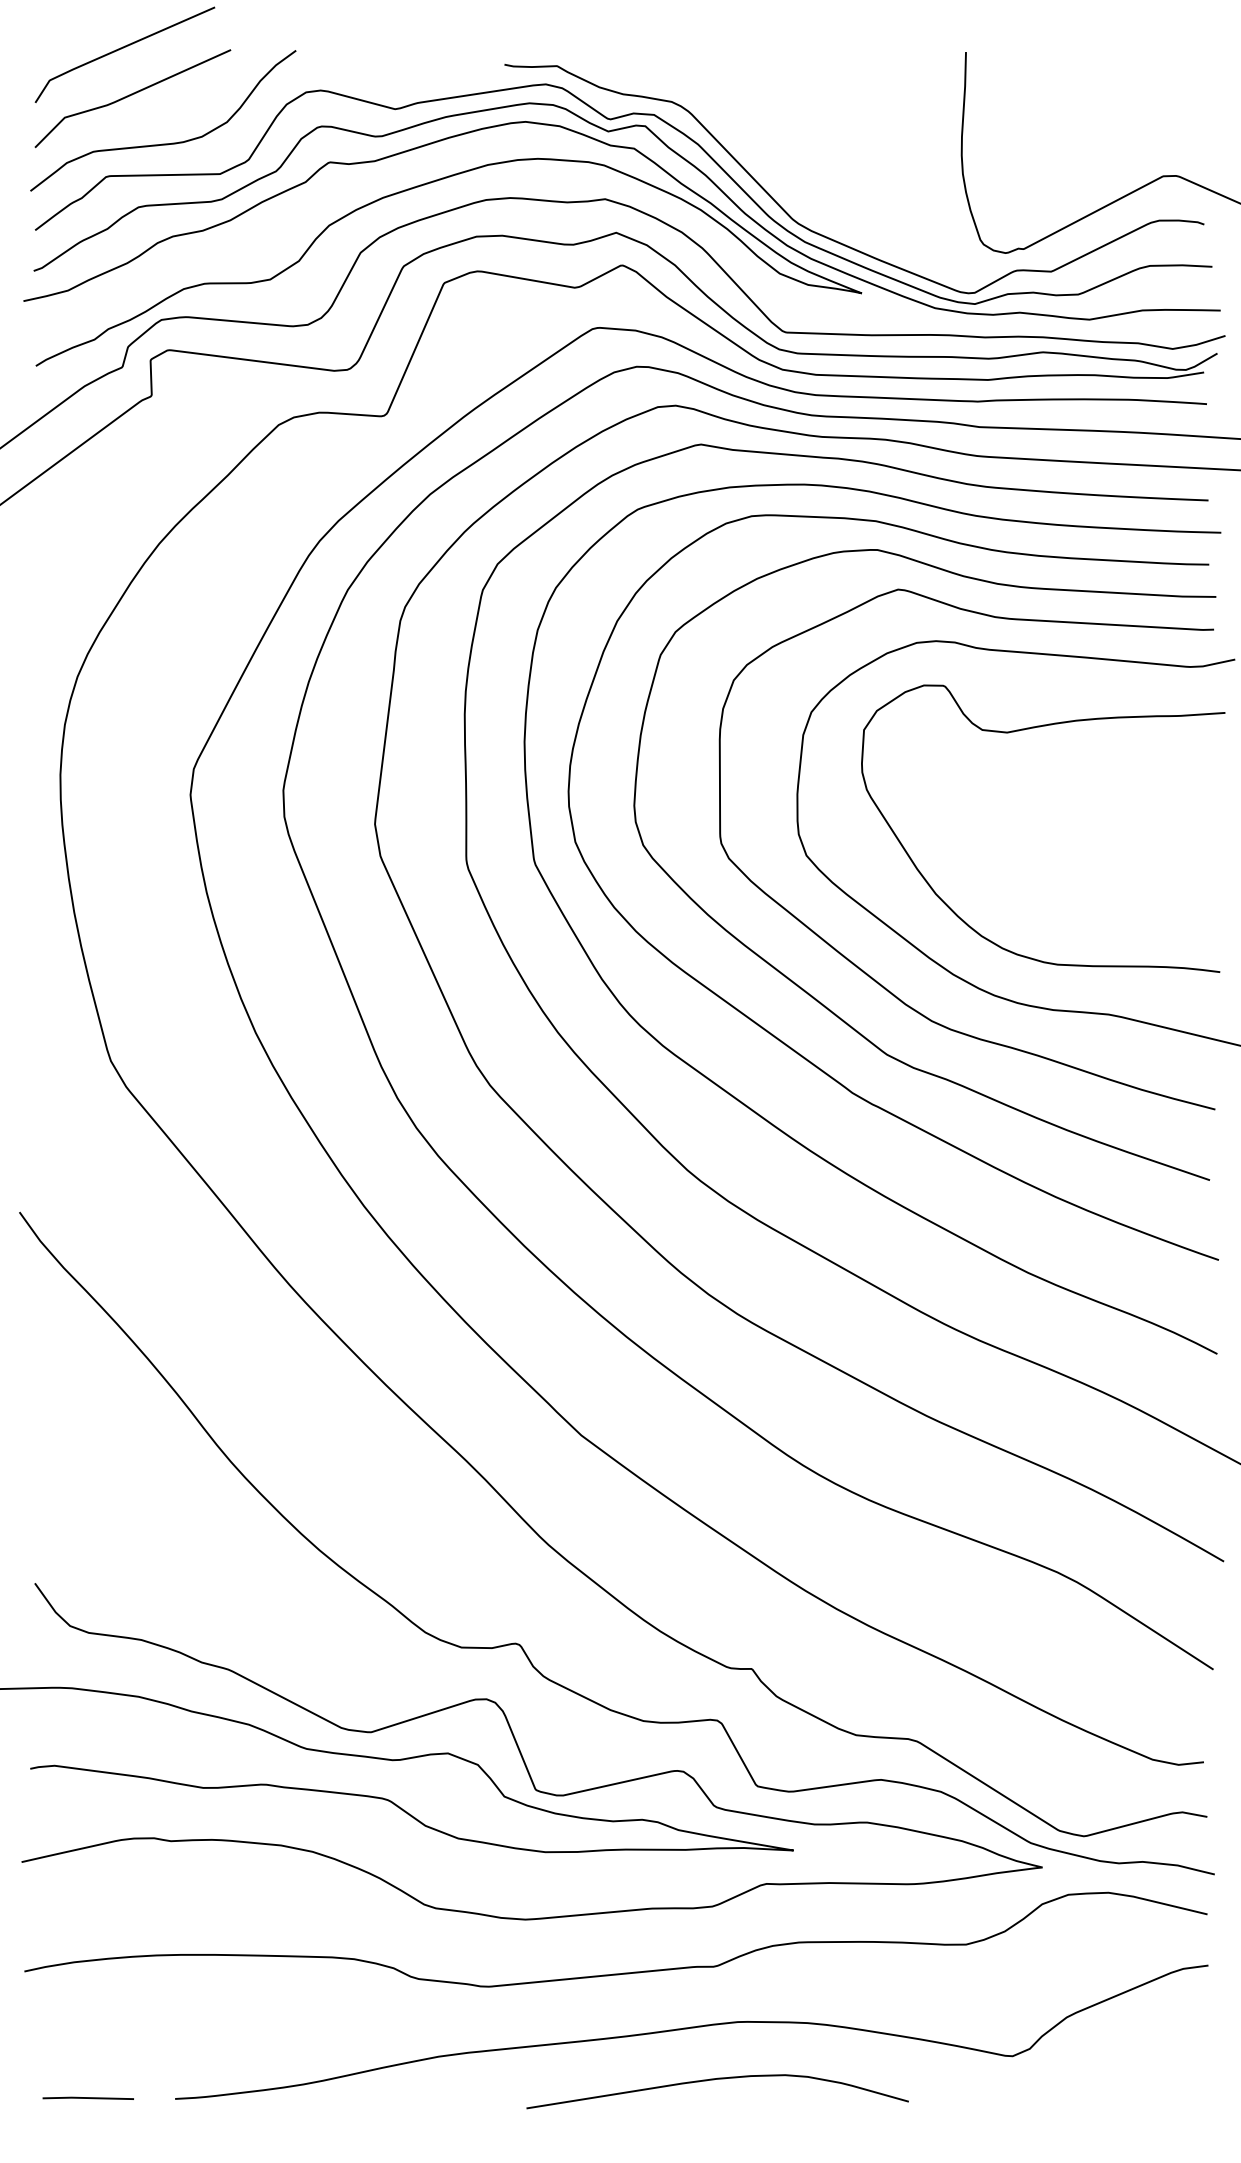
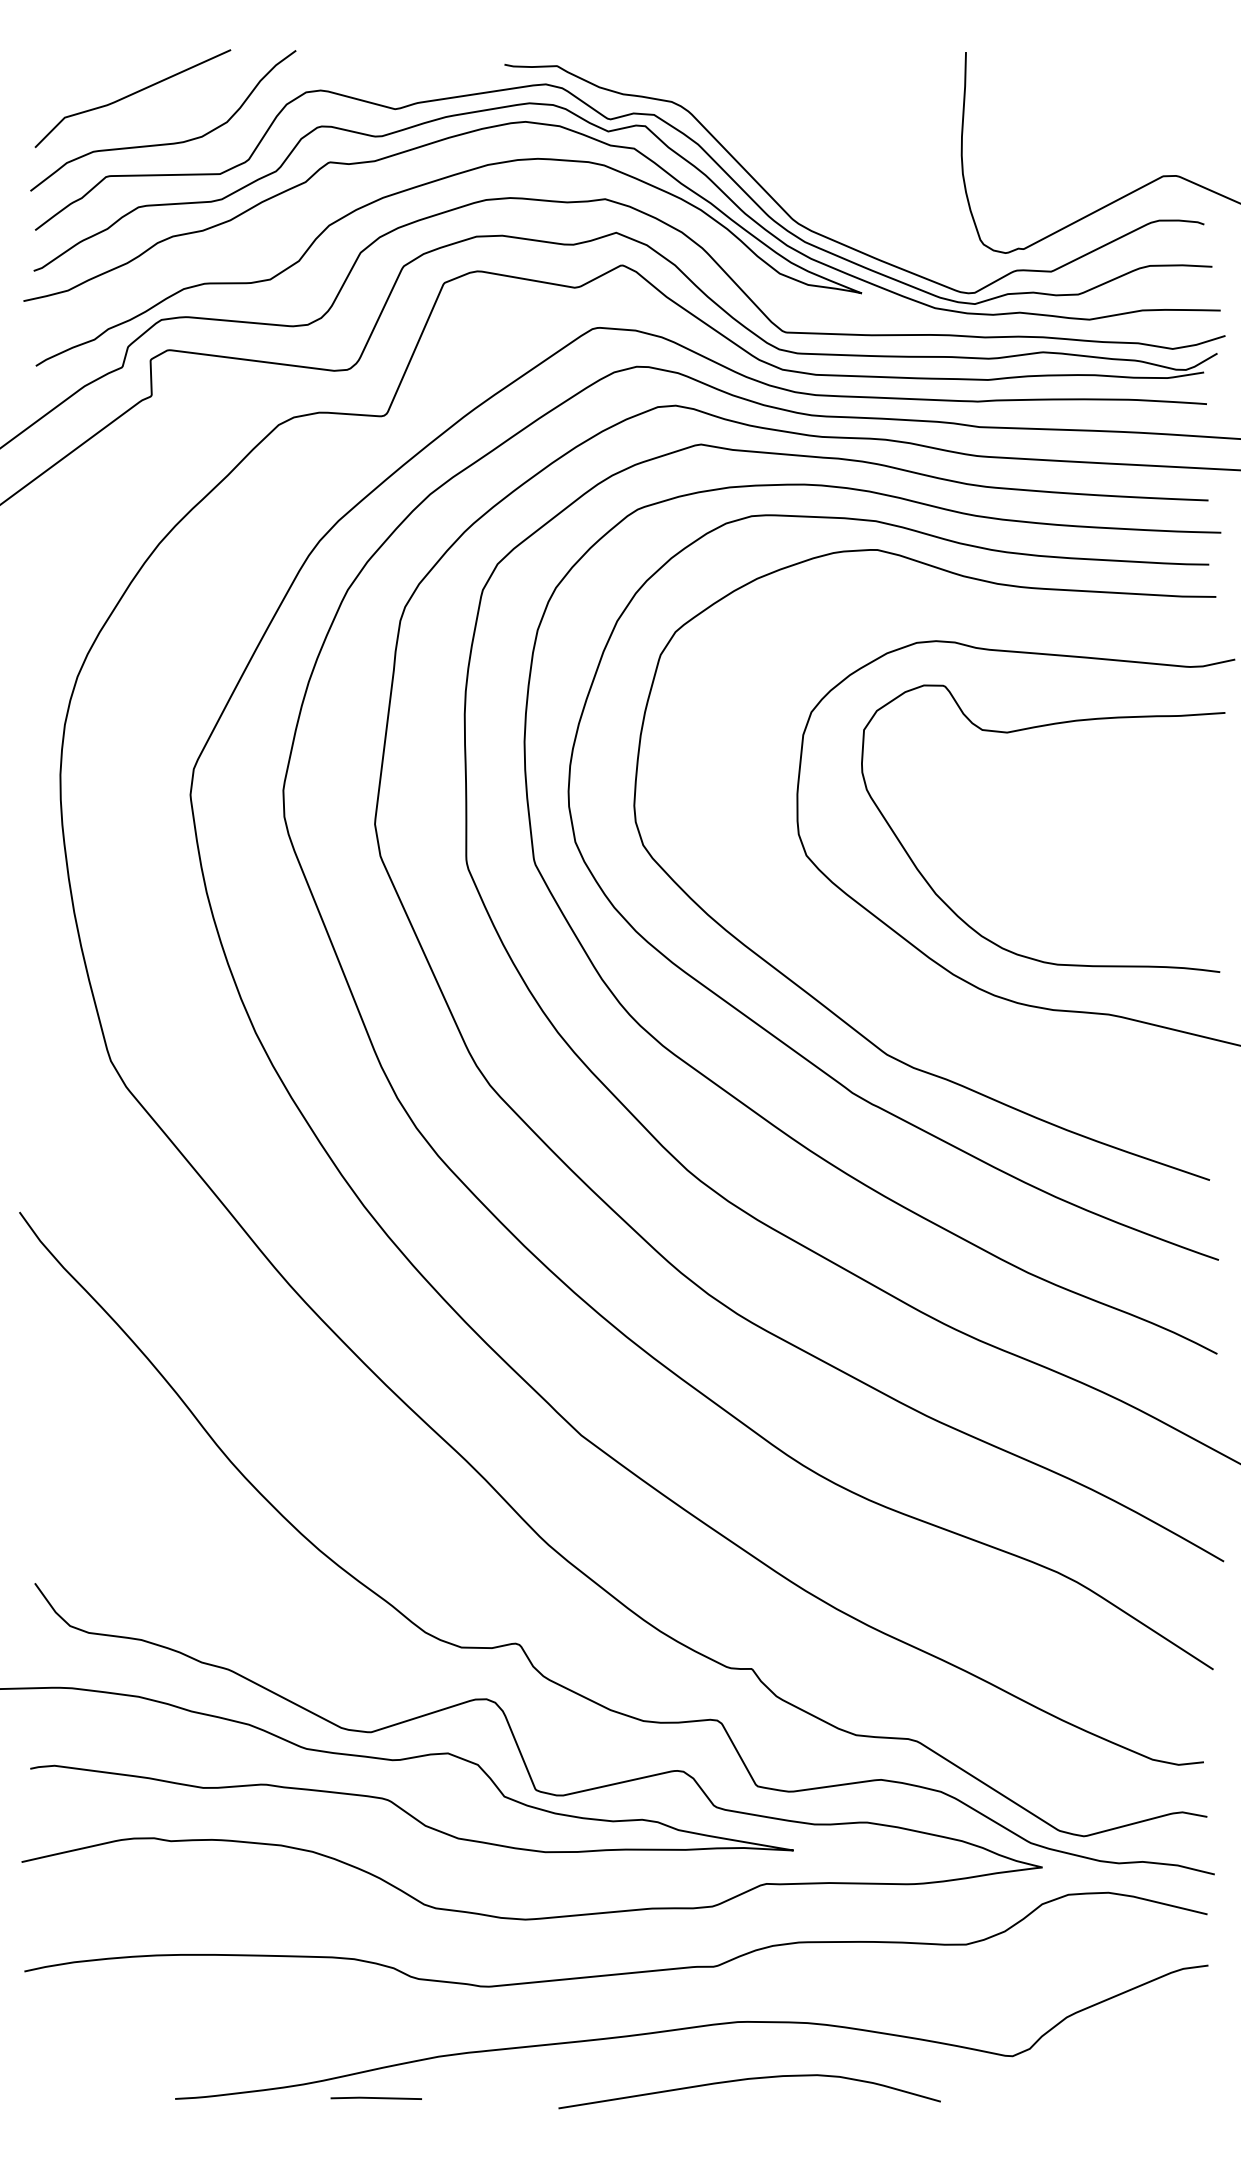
line at (121, 49): present -> none
curve at (870, 975): present -> none
curve at (714, 2080) position: (714, 2080) -> (746, 2080)
line at (87, 2097) position: (87, 2097) -> (375, 2097)
